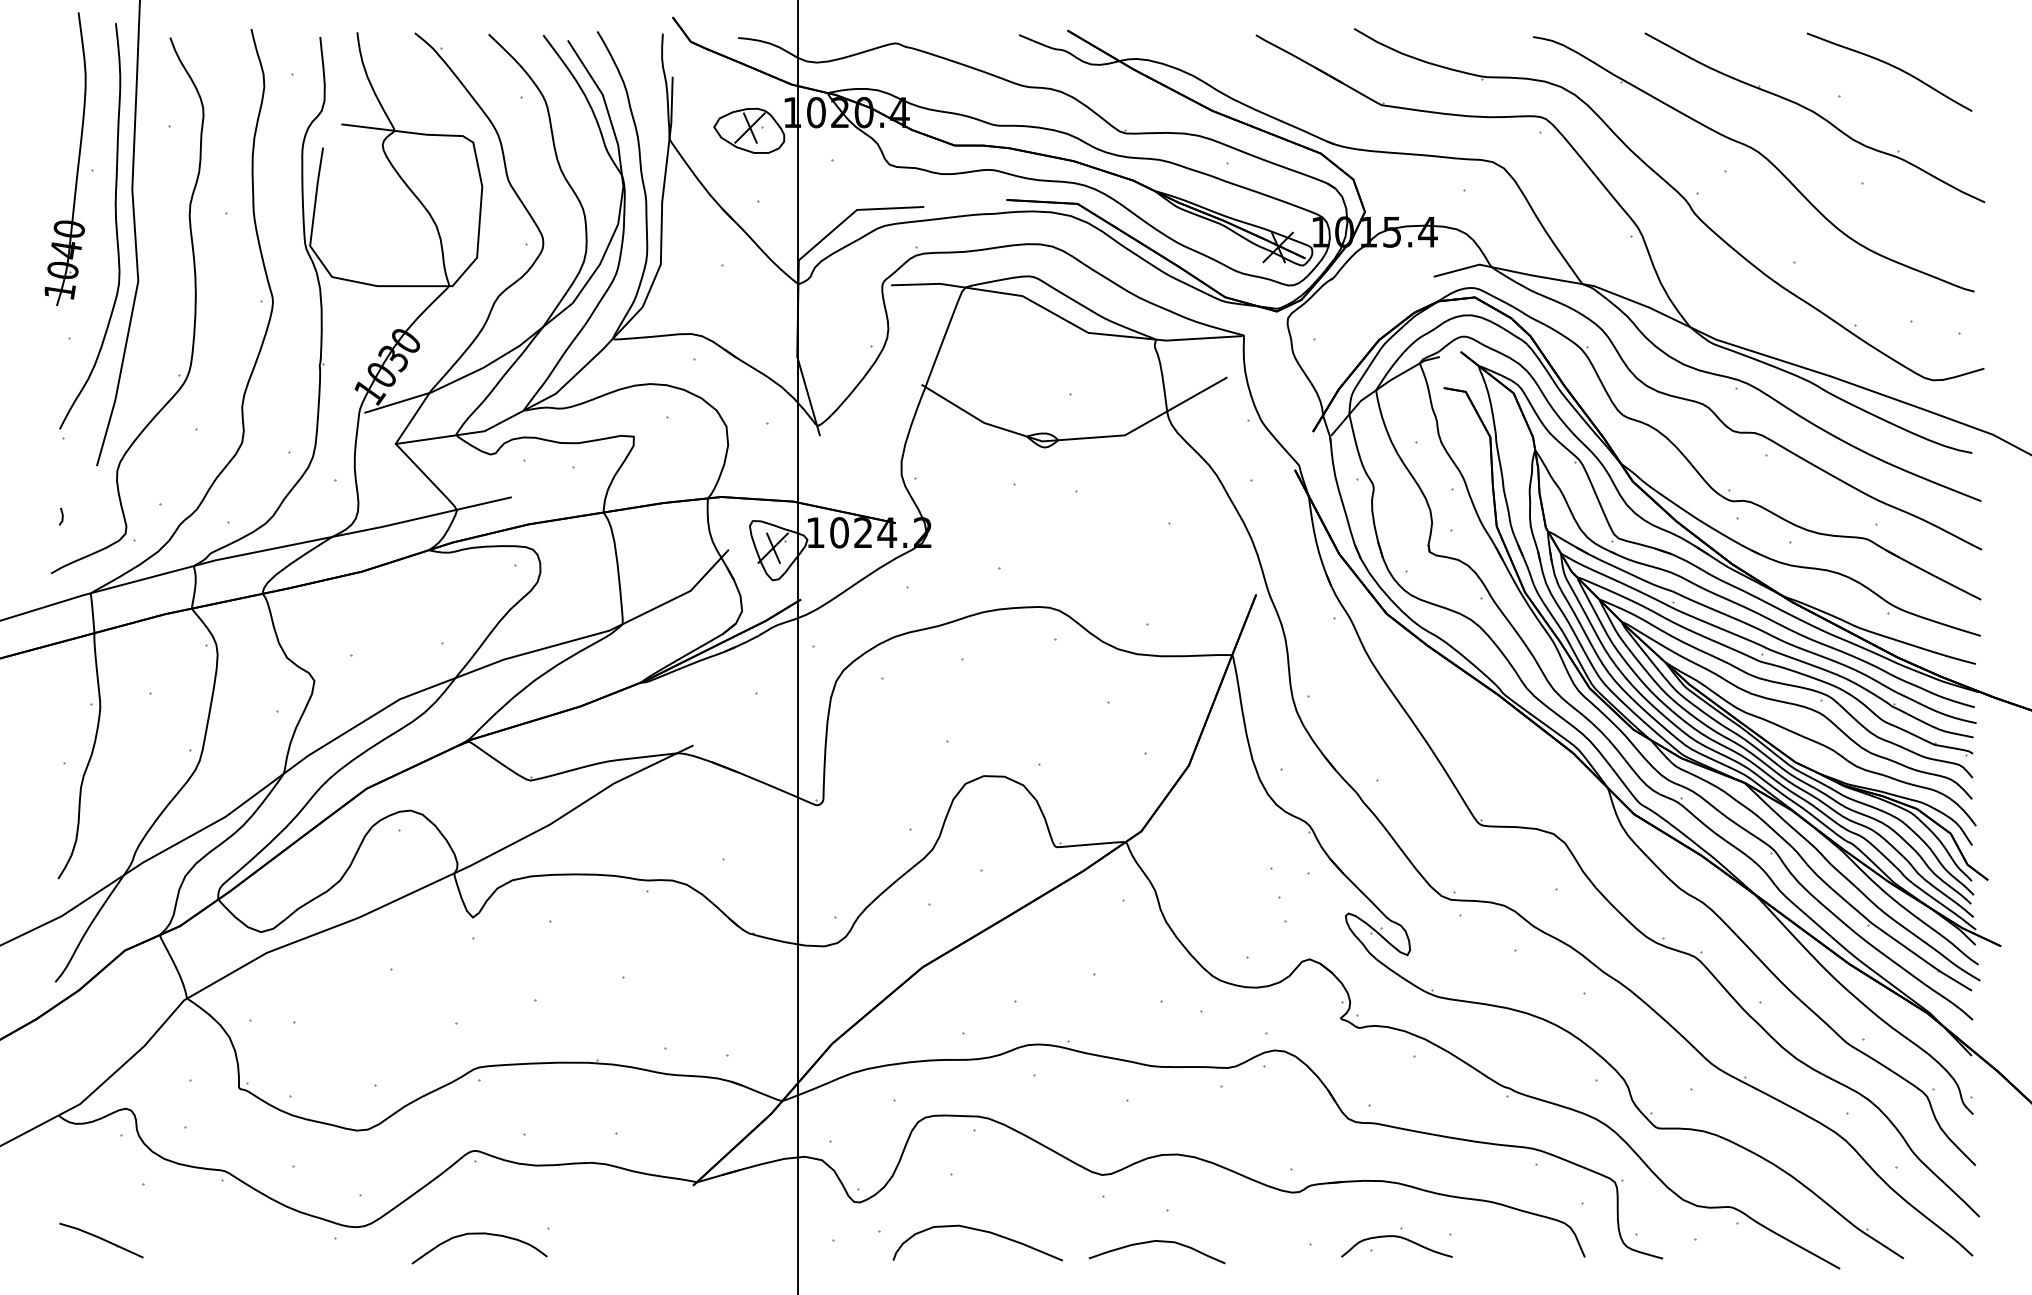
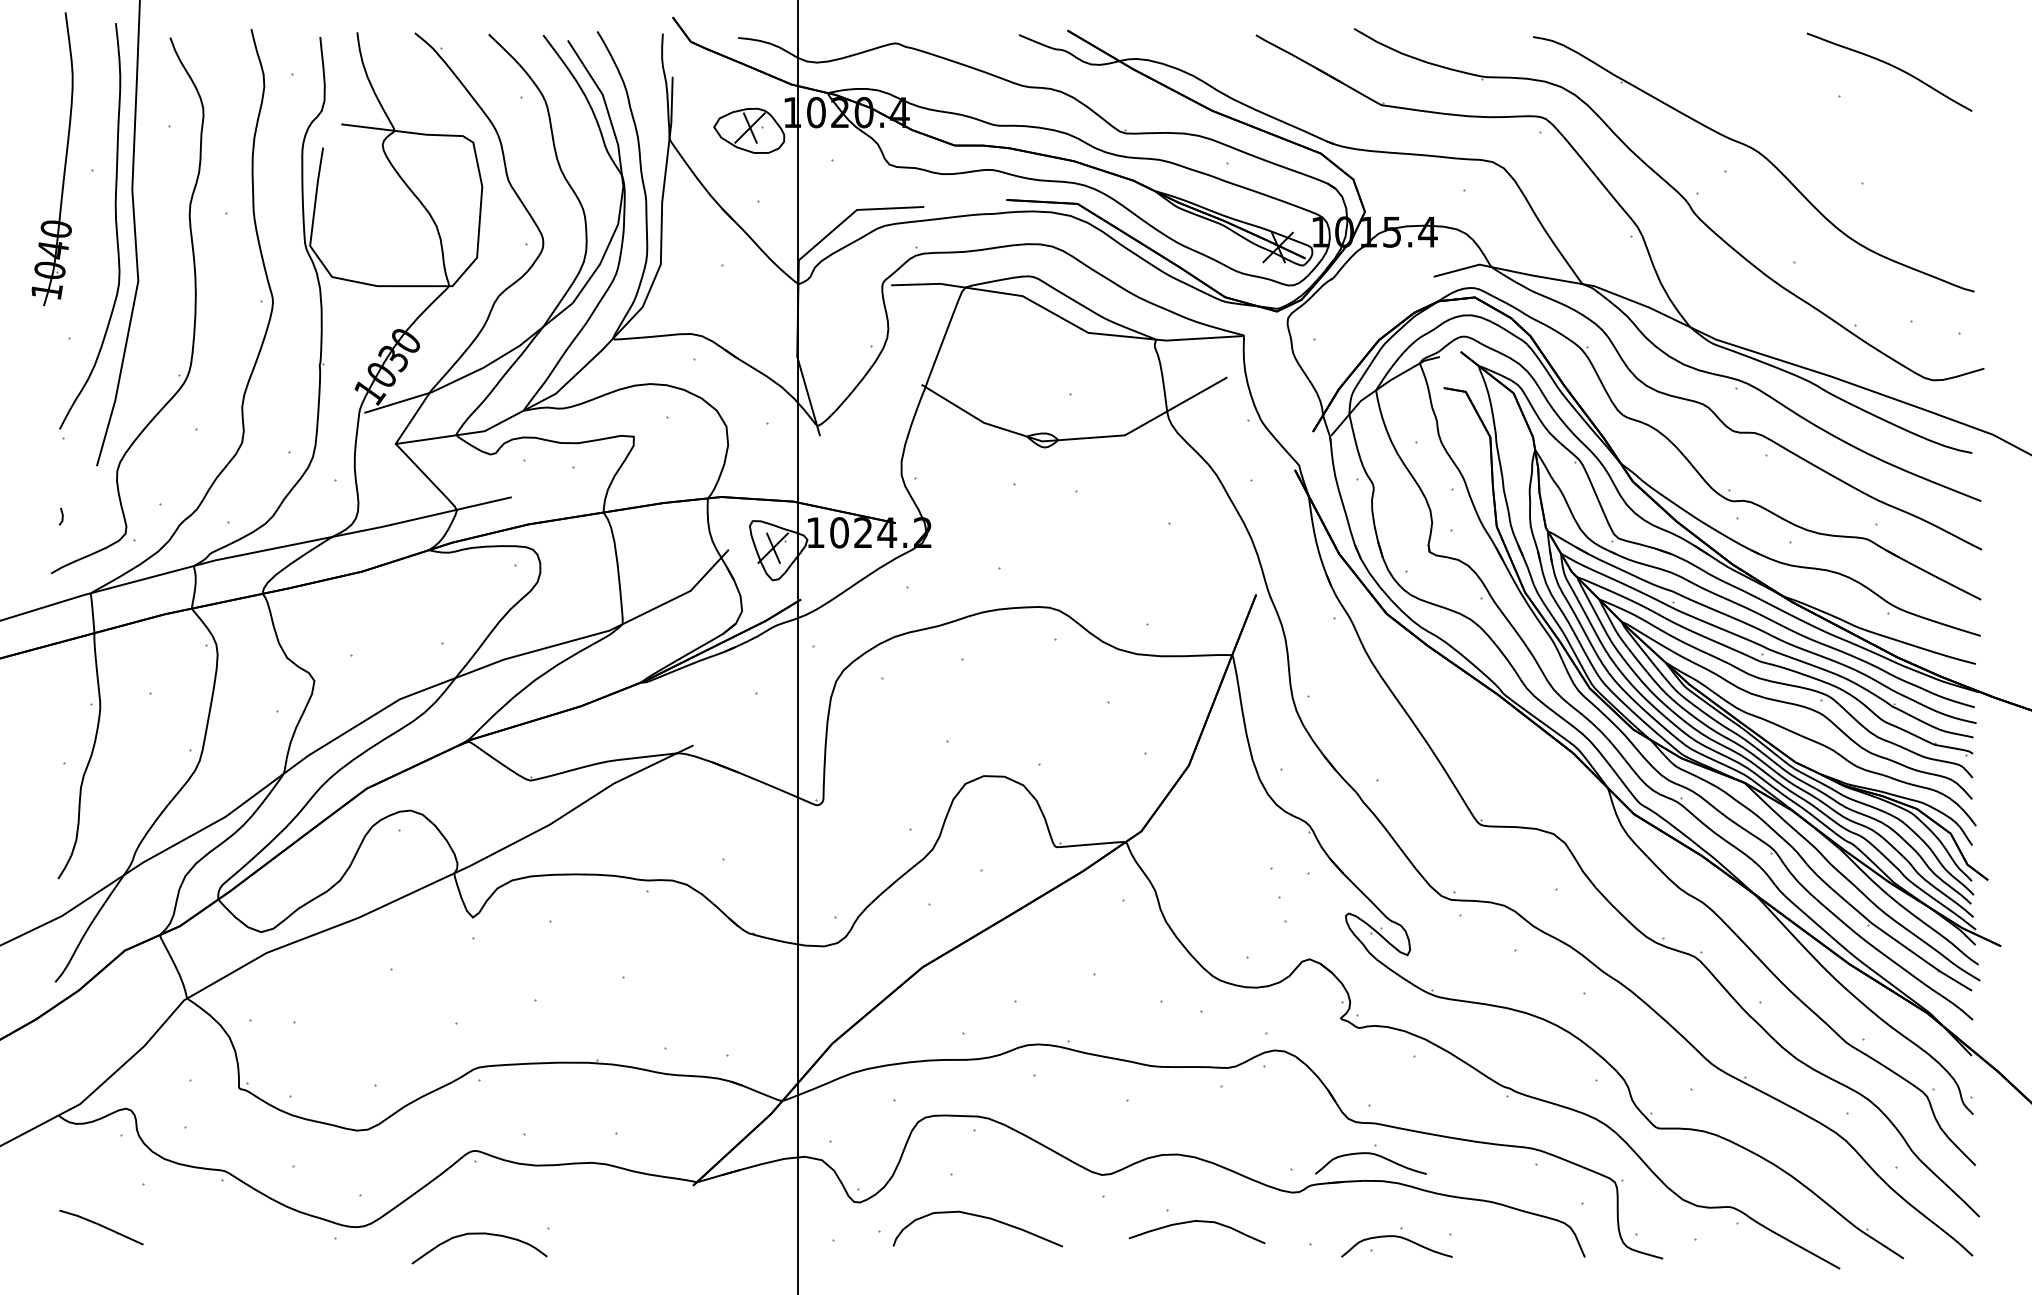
part at (1814, 117): present -> none
part at (77, 161) position: (77, 161) -> (64, 161)
part at (1370, 1159): none -> present
curve at (980, 1231) position: (980, 1231) -> (980, 1217)
part at (101, 1240) position: (101, 1240) -> (101, 1227)
curve at (1153, 1242) position: (1153, 1242) -> (1193, 1222)
